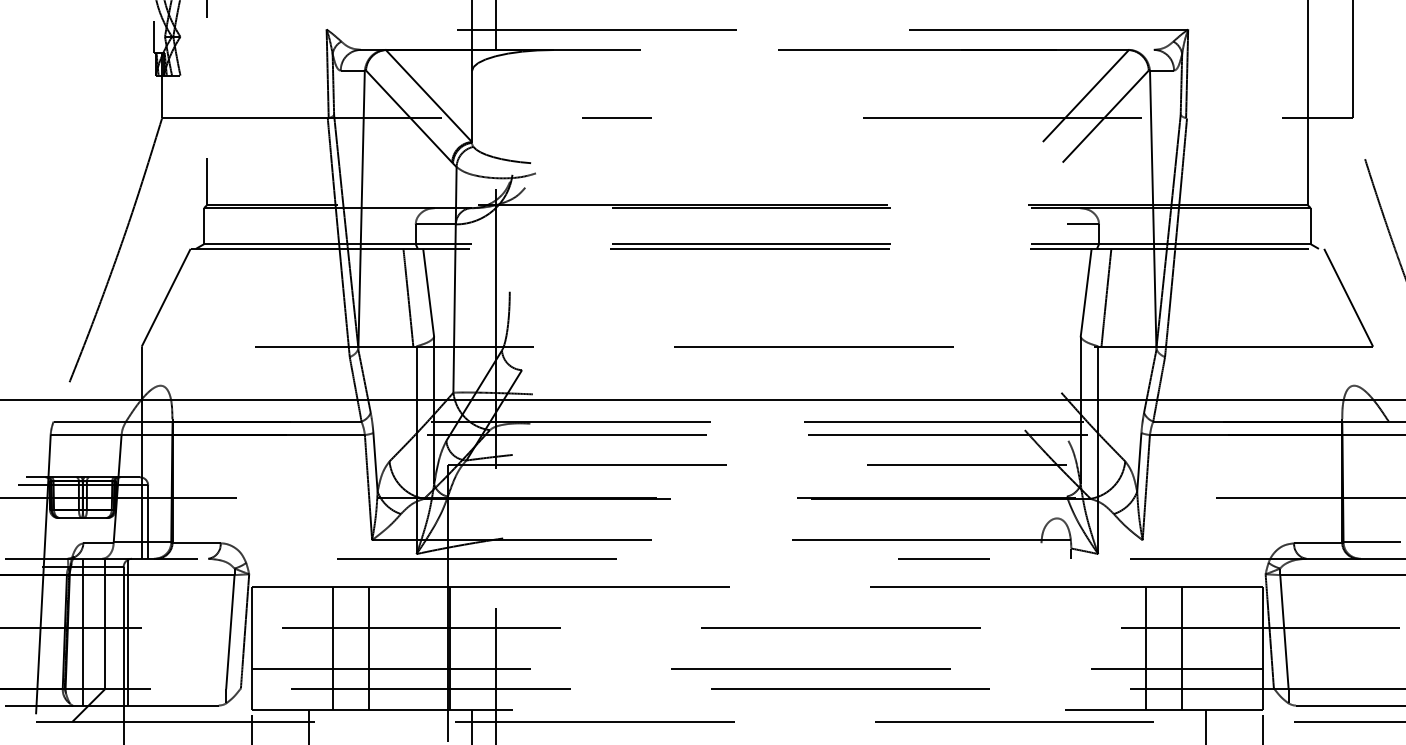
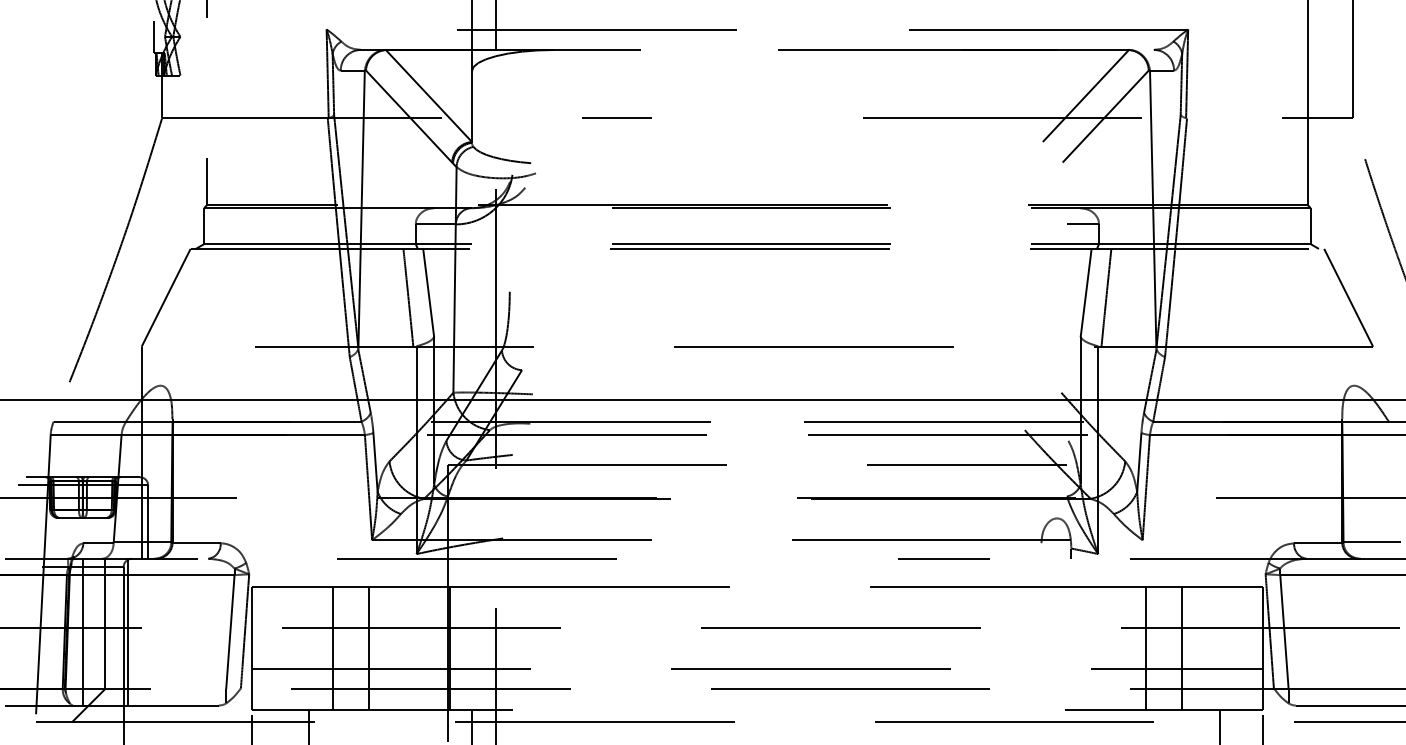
line at (1205, 725) position: (1205, 725) -> (1219, 725)
